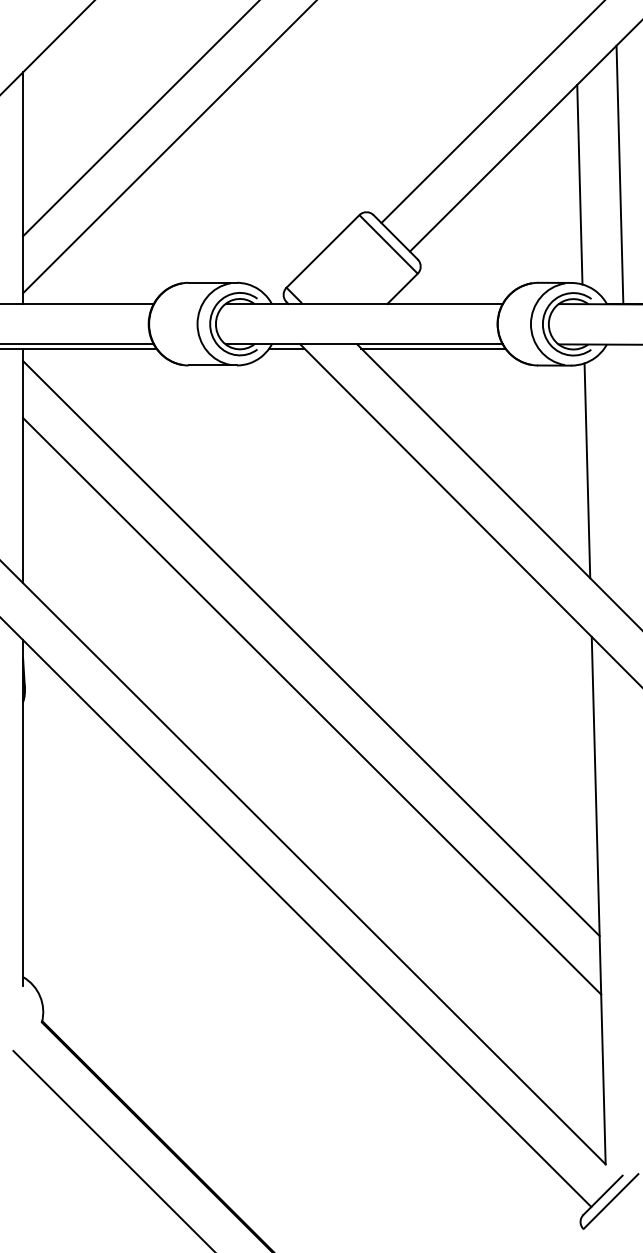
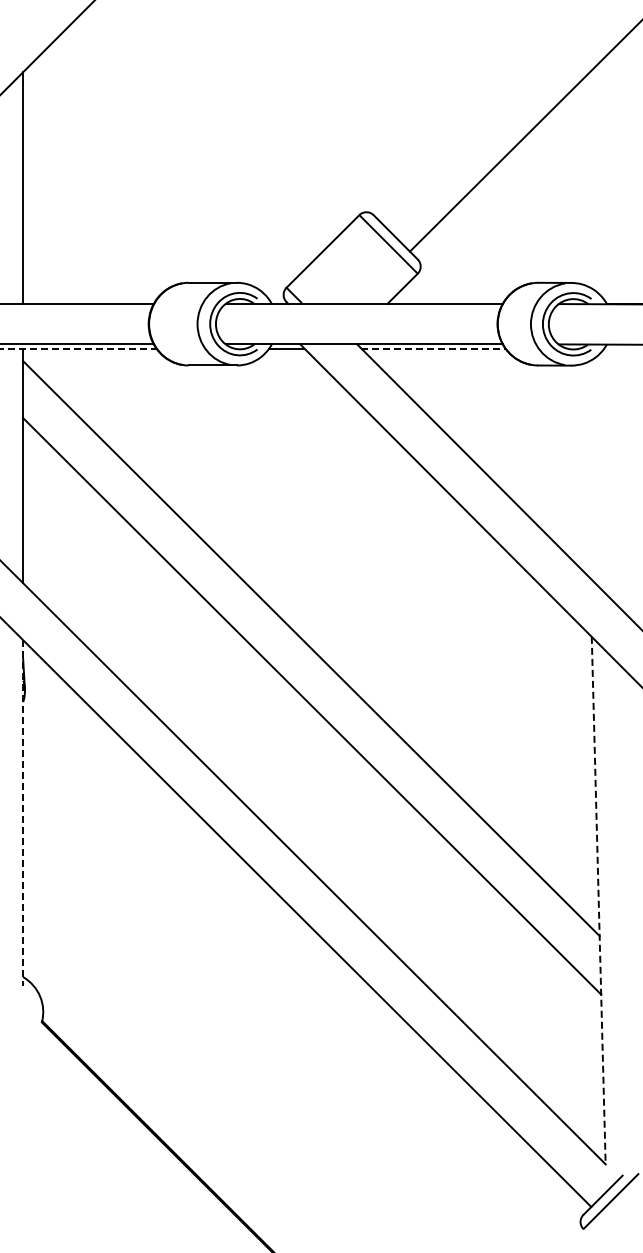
line at (491, 112): present -> none
line at (140, 119): present -> none
line at (168, 147): present -> none
line at (619, 174): present -> none
line at (579, 184): present -> none
line at (78, 348): solid -> dashed
line at (433, 348): solid -> dashed
line at (587, 470): present -> none
line at (23, 813): solid -> dashed
line at (598, 900): solid -> dashed
line at (112, 1149): present -> none
